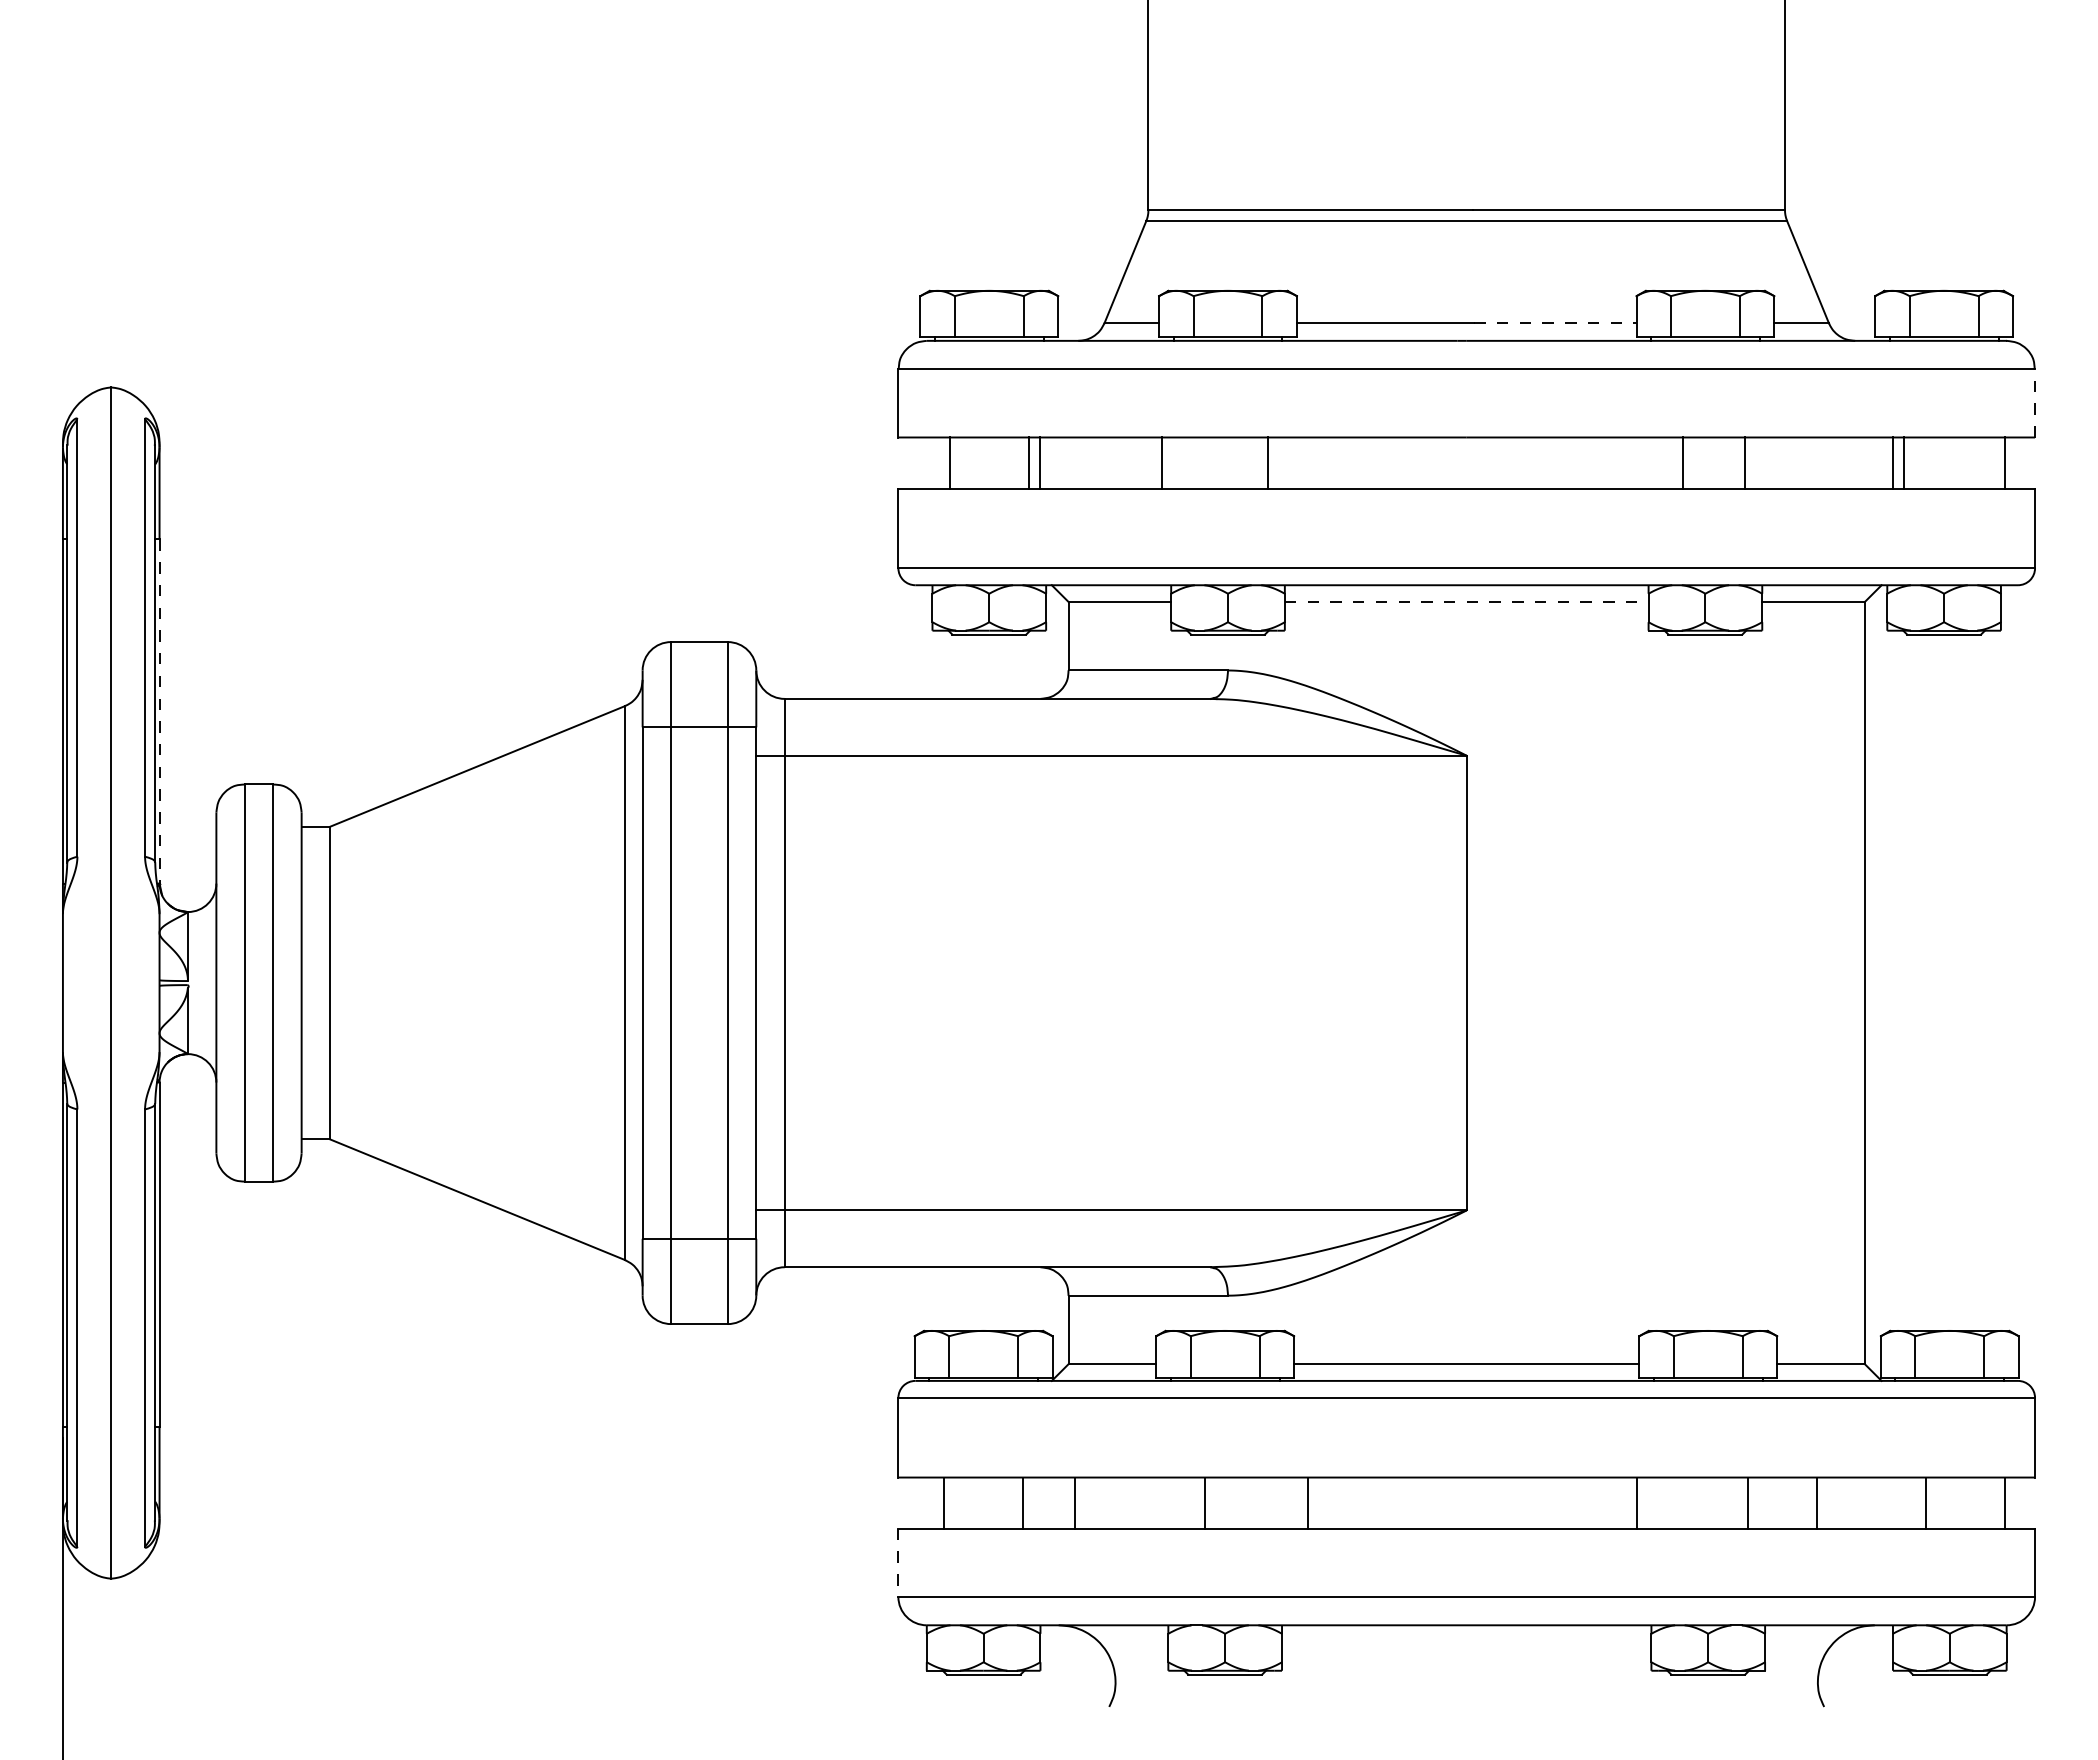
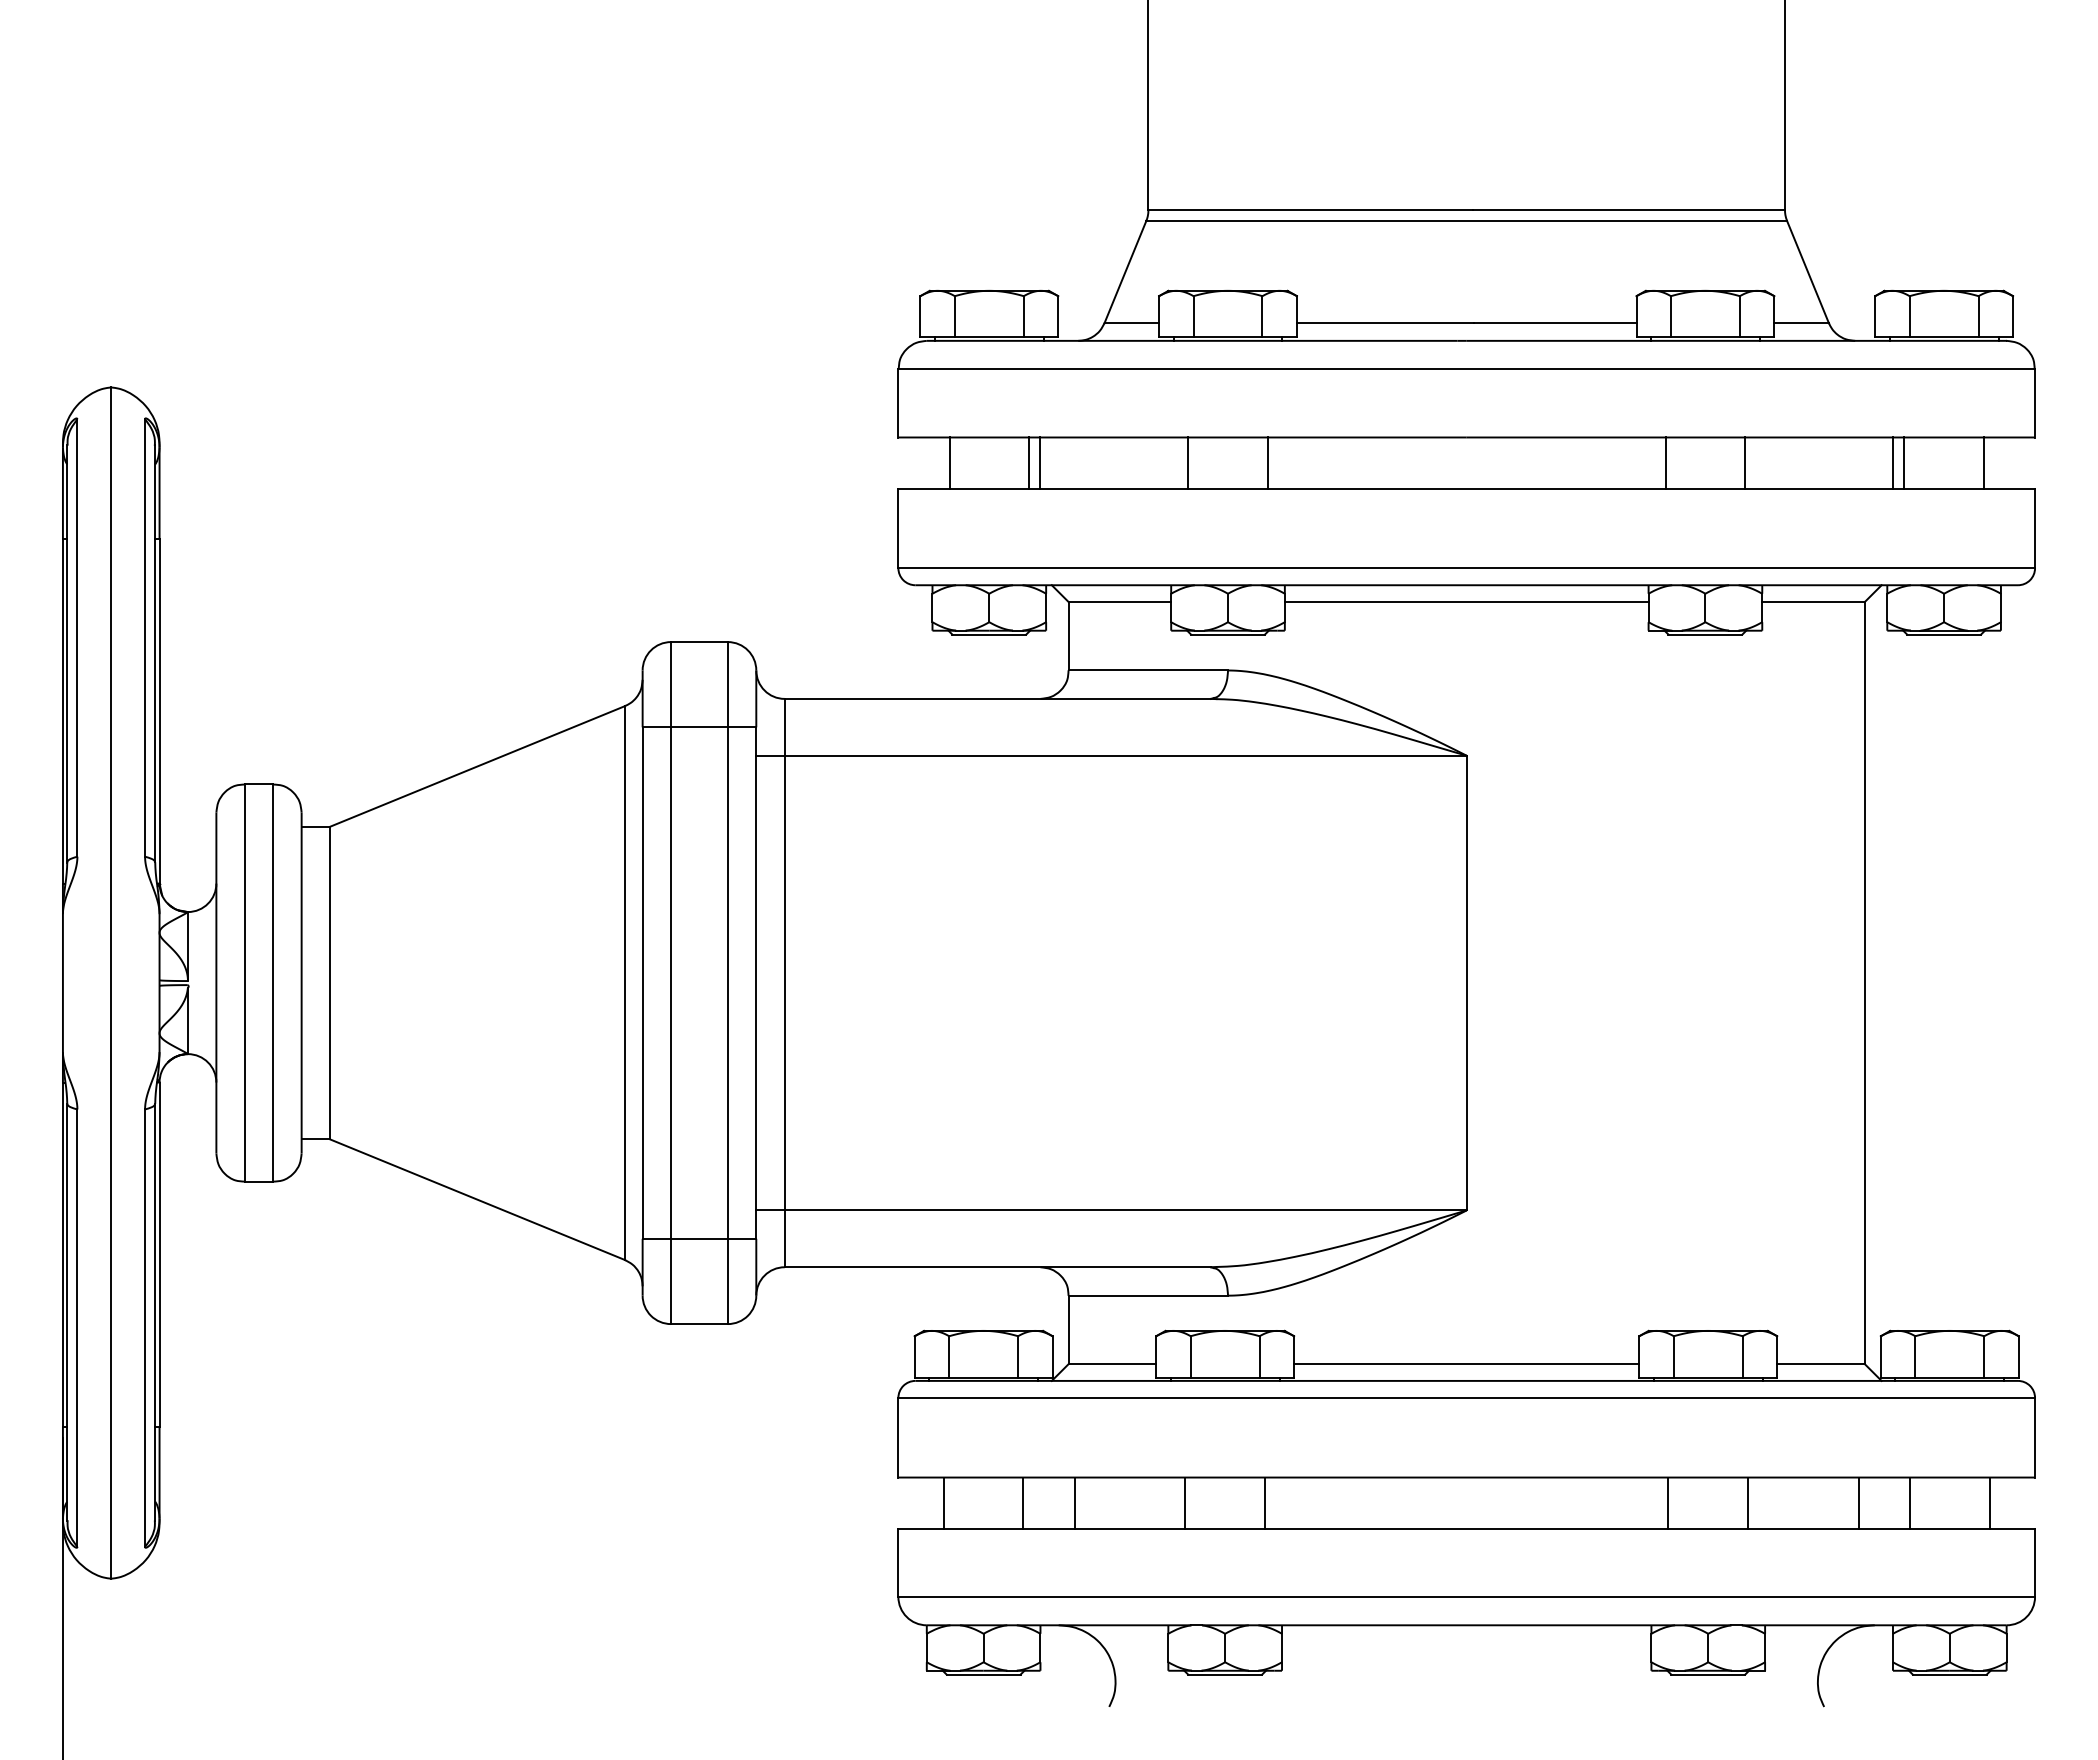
line at (1555, 323): dashed -> solid
line at (2035, 402): dashed -> solid
line at (1162, 462) position: (1162, 462) -> (1188, 462)
line at (1682, 462) position: (1682, 462) -> (1665, 462)
line at (2004, 462) position: (2004, 462) -> (1983, 462)
line at (1466, 602): dashed -> solid
line at (159, 712): dashed -> solid
line at (1205, 1502) position: (1205, 1502) -> (1185, 1502)
line at (1307, 1502) position: (1307, 1502) -> (1264, 1502)
line at (1637, 1502) position: (1637, 1502) -> (1668, 1502)
line at (1816, 1502) position: (1816, 1502) -> (1858, 1502)
line at (1926, 1502) position: (1926, 1502) -> (1910, 1502)
line at (2004, 1502) position: (2004, 1502) -> (1989, 1502)
line at (898, 1563): dashed -> solid
